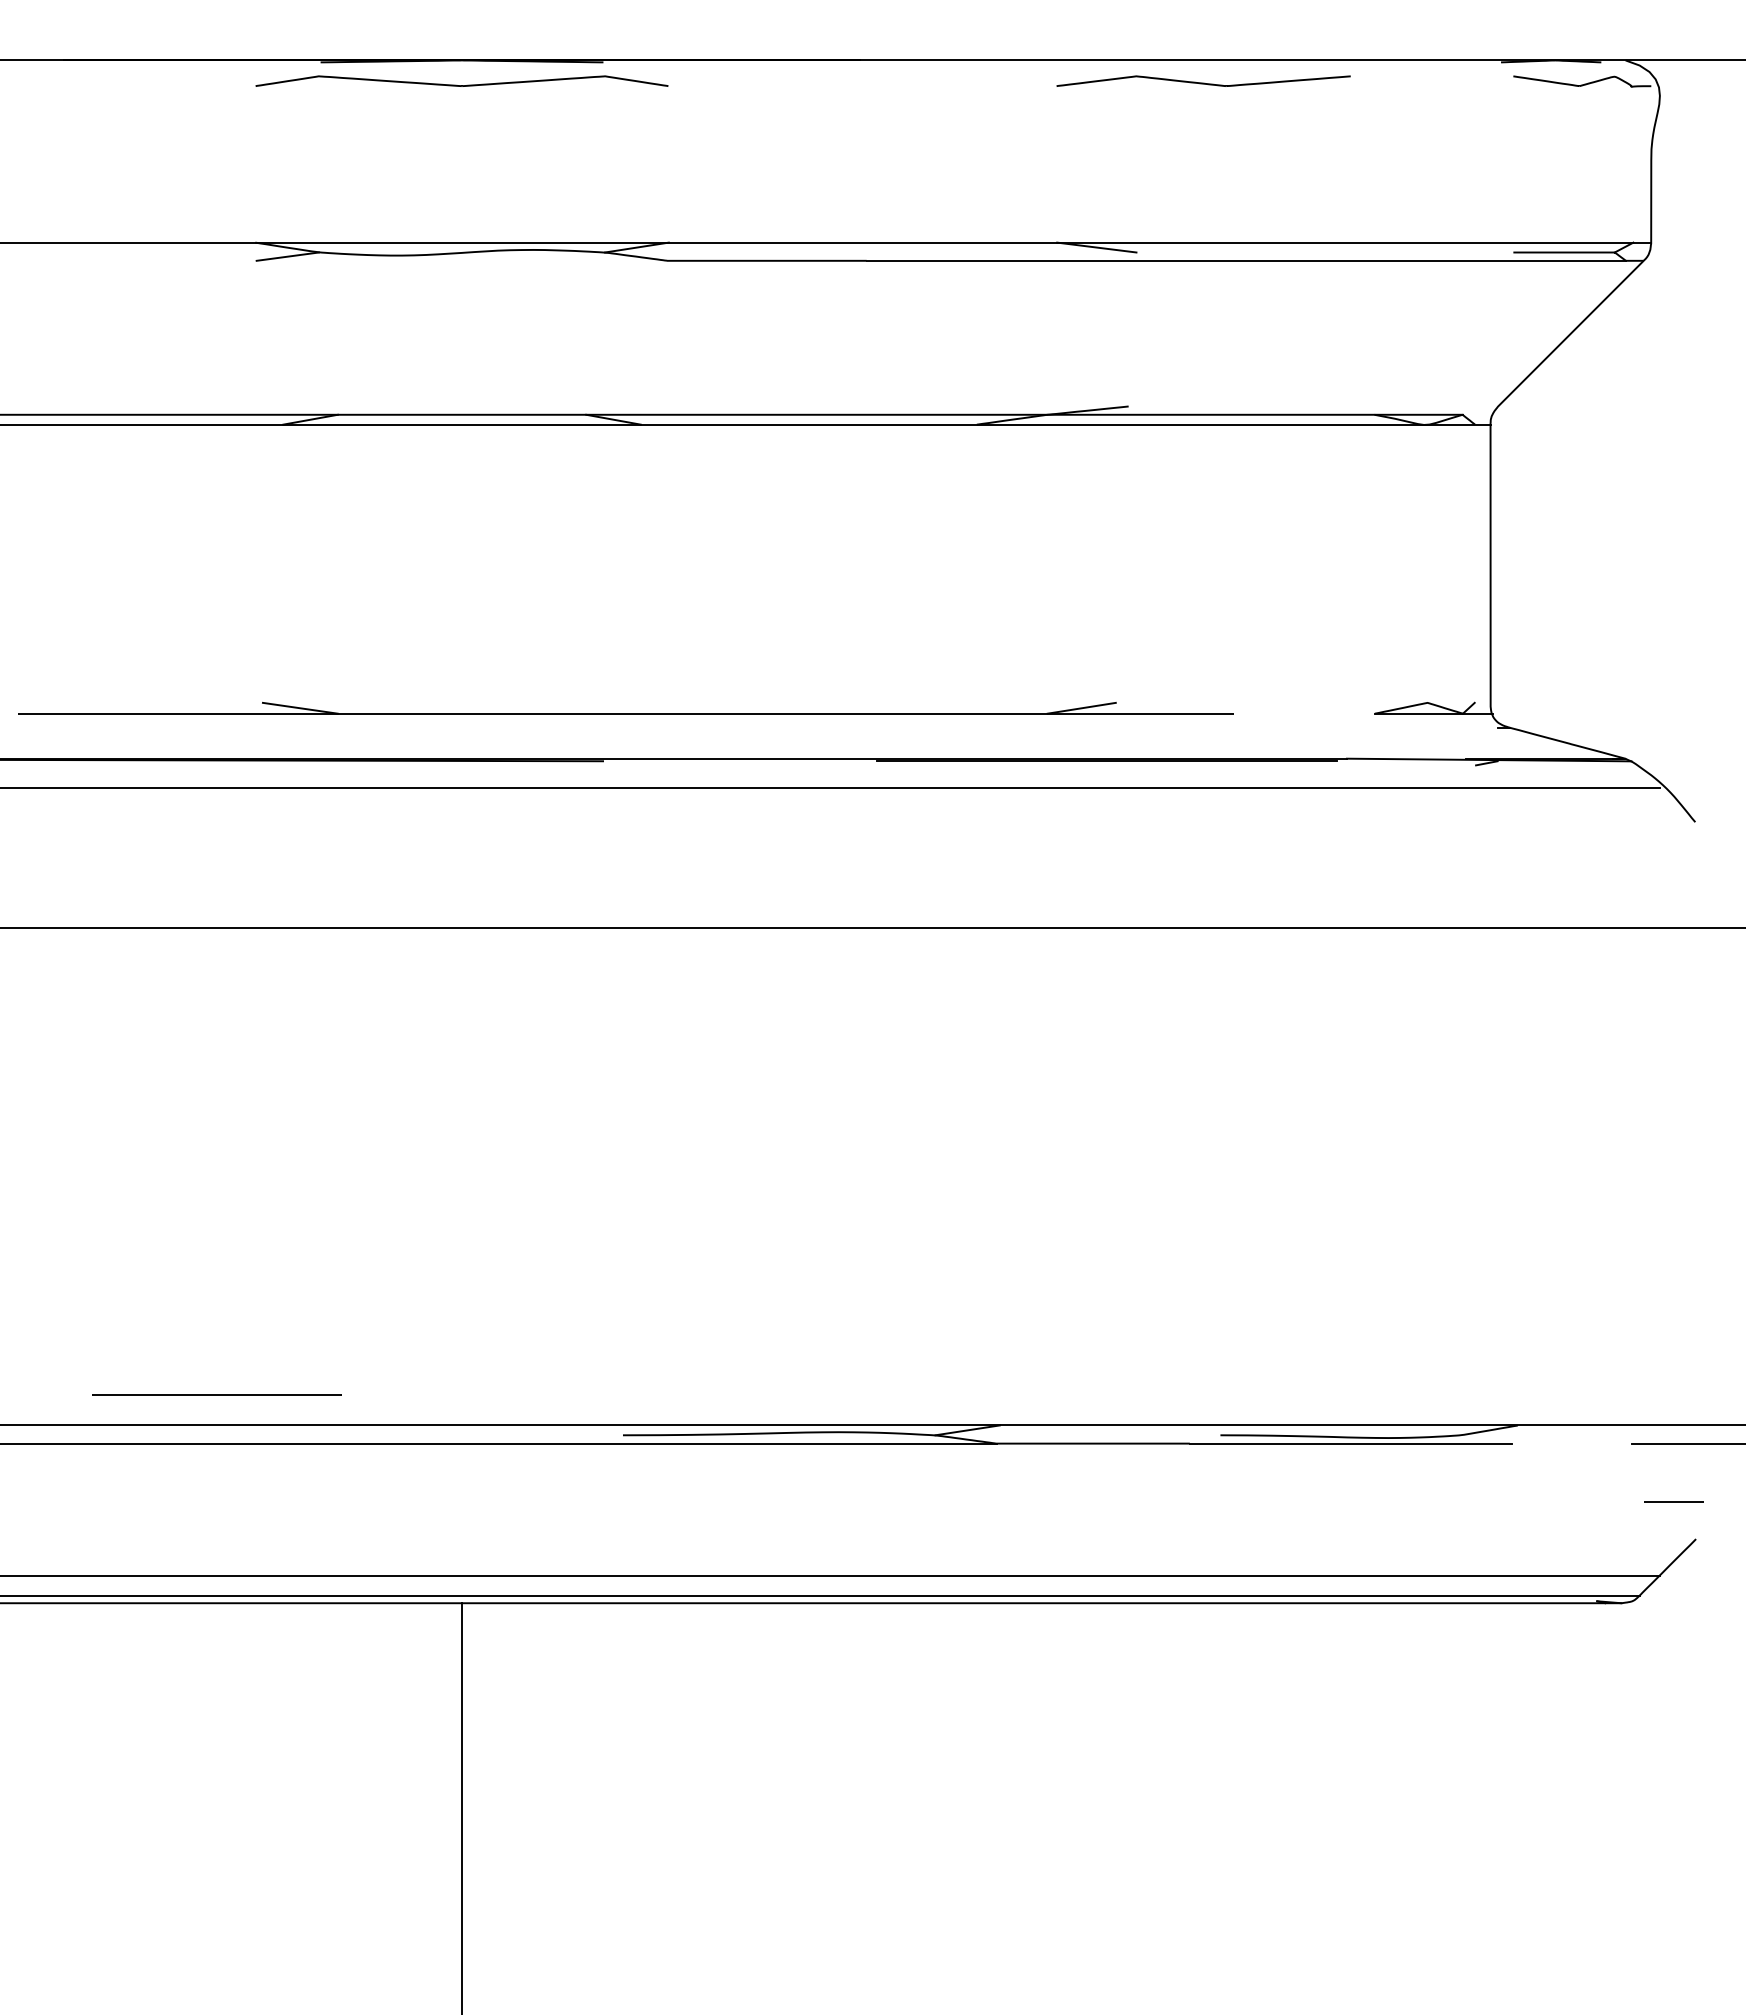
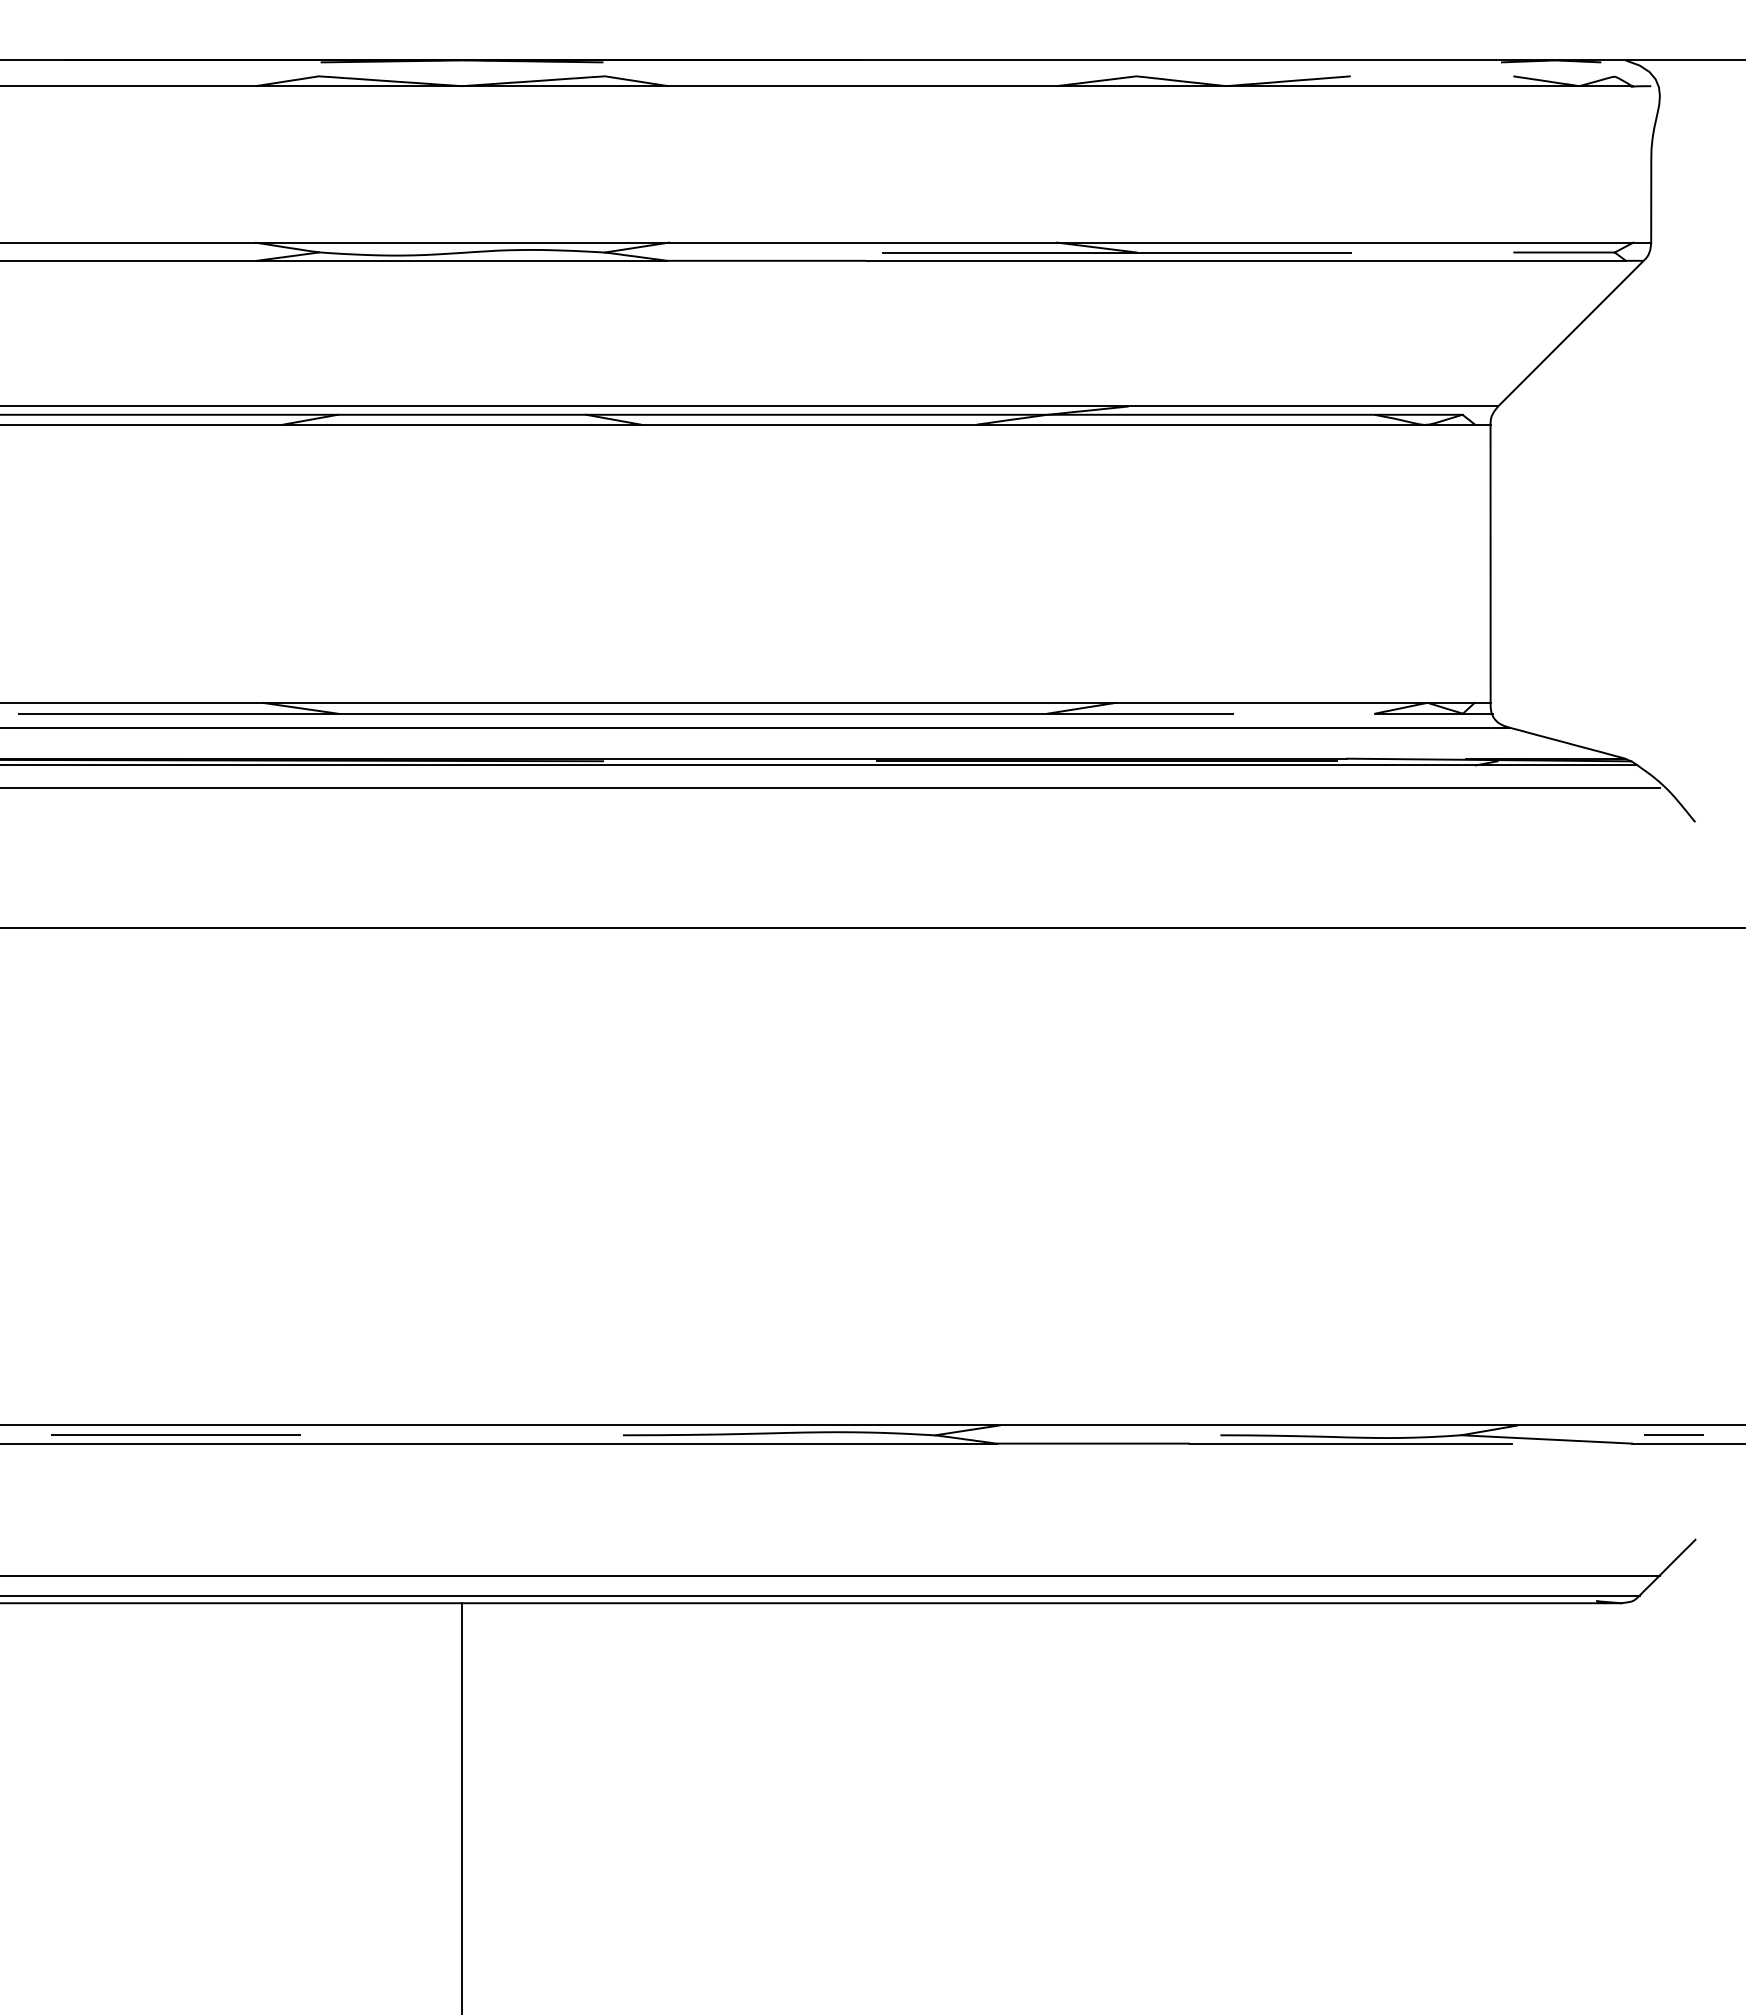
line at (817, 86): none -> present
line at (1116, 252): none -> present
line at (334, 260): none -> present
line at (750, 406): none -> present
line at (746, 702): none -> present
line at (755, 727): none -> present
line at (819, 765): none -> present
line at (216, 1394) position: (216, 1394) -> (175, 1434)
line at (1546, 1439): none -> present
line at (1673, 1501) position: (1673, 1501) -> (1673, 1434)
